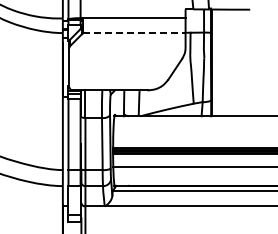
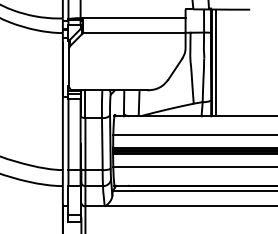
line at (134, 33): dashed -> solid
line at (216, 62): none -> present
line at (193, 134): none -> present
